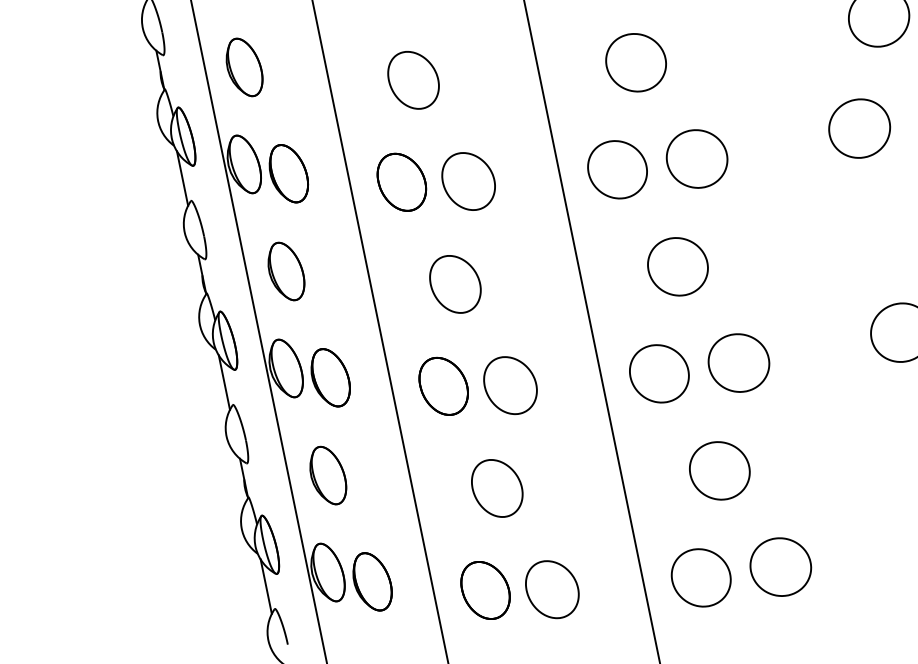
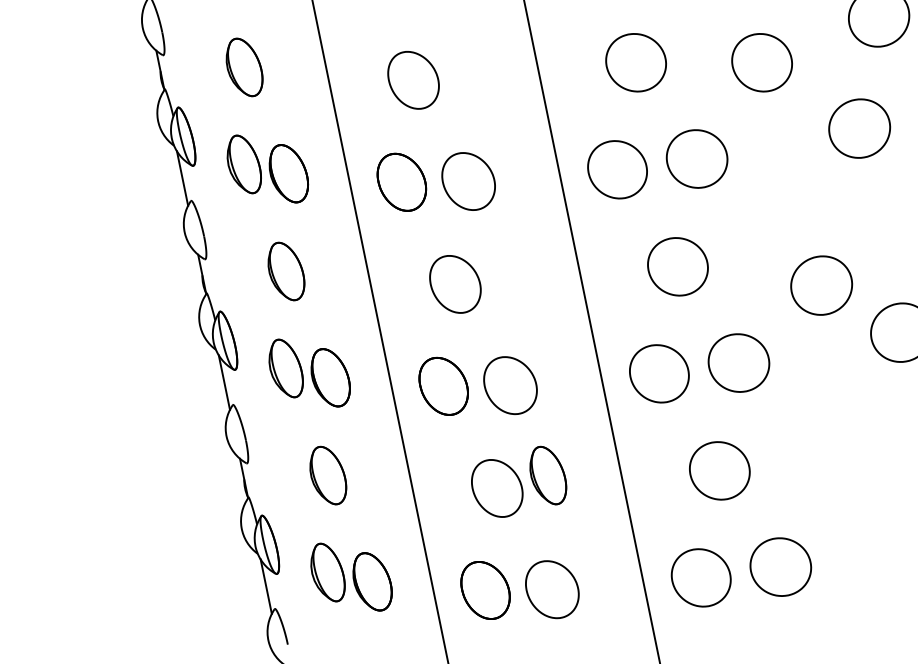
part at (761, 62): none -> present
part at (821, 285): none -> present
line at (258, 331): present -> none
part at (548, 475): none -> present
